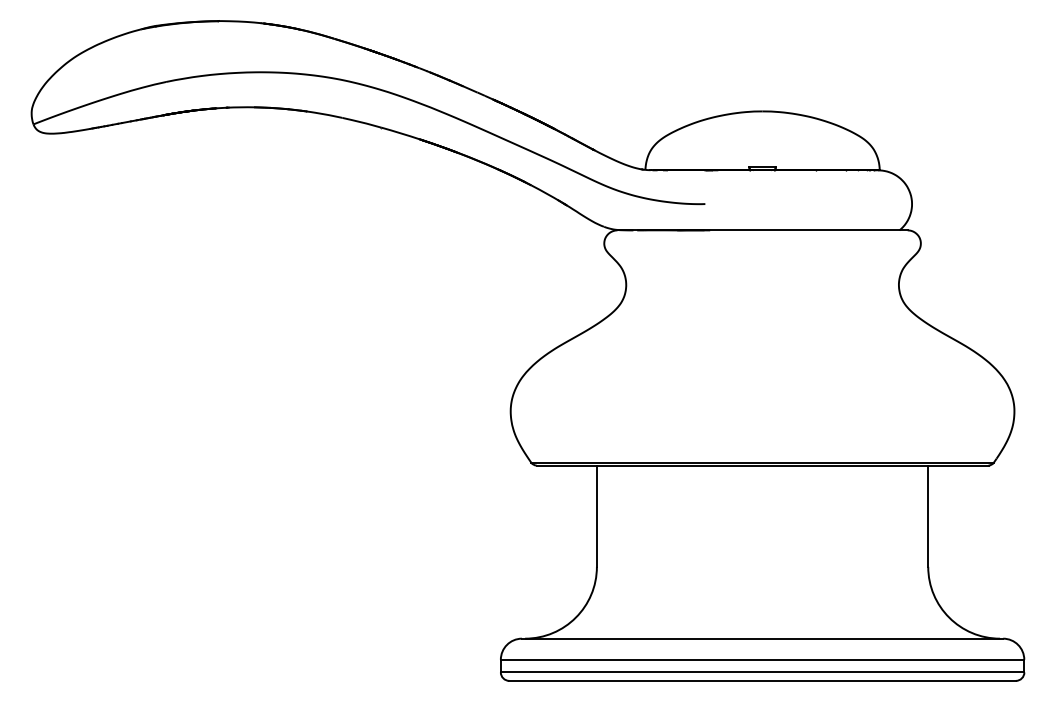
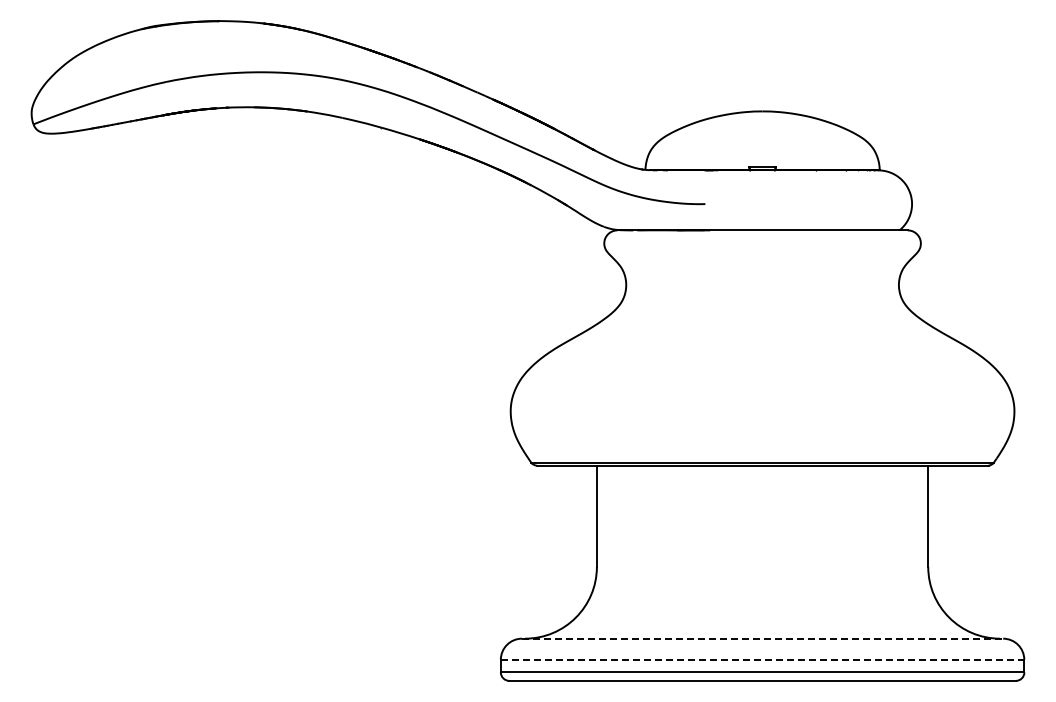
line at (762, 638): solid -> dashed
line at (762, 659): solid -> dashed
